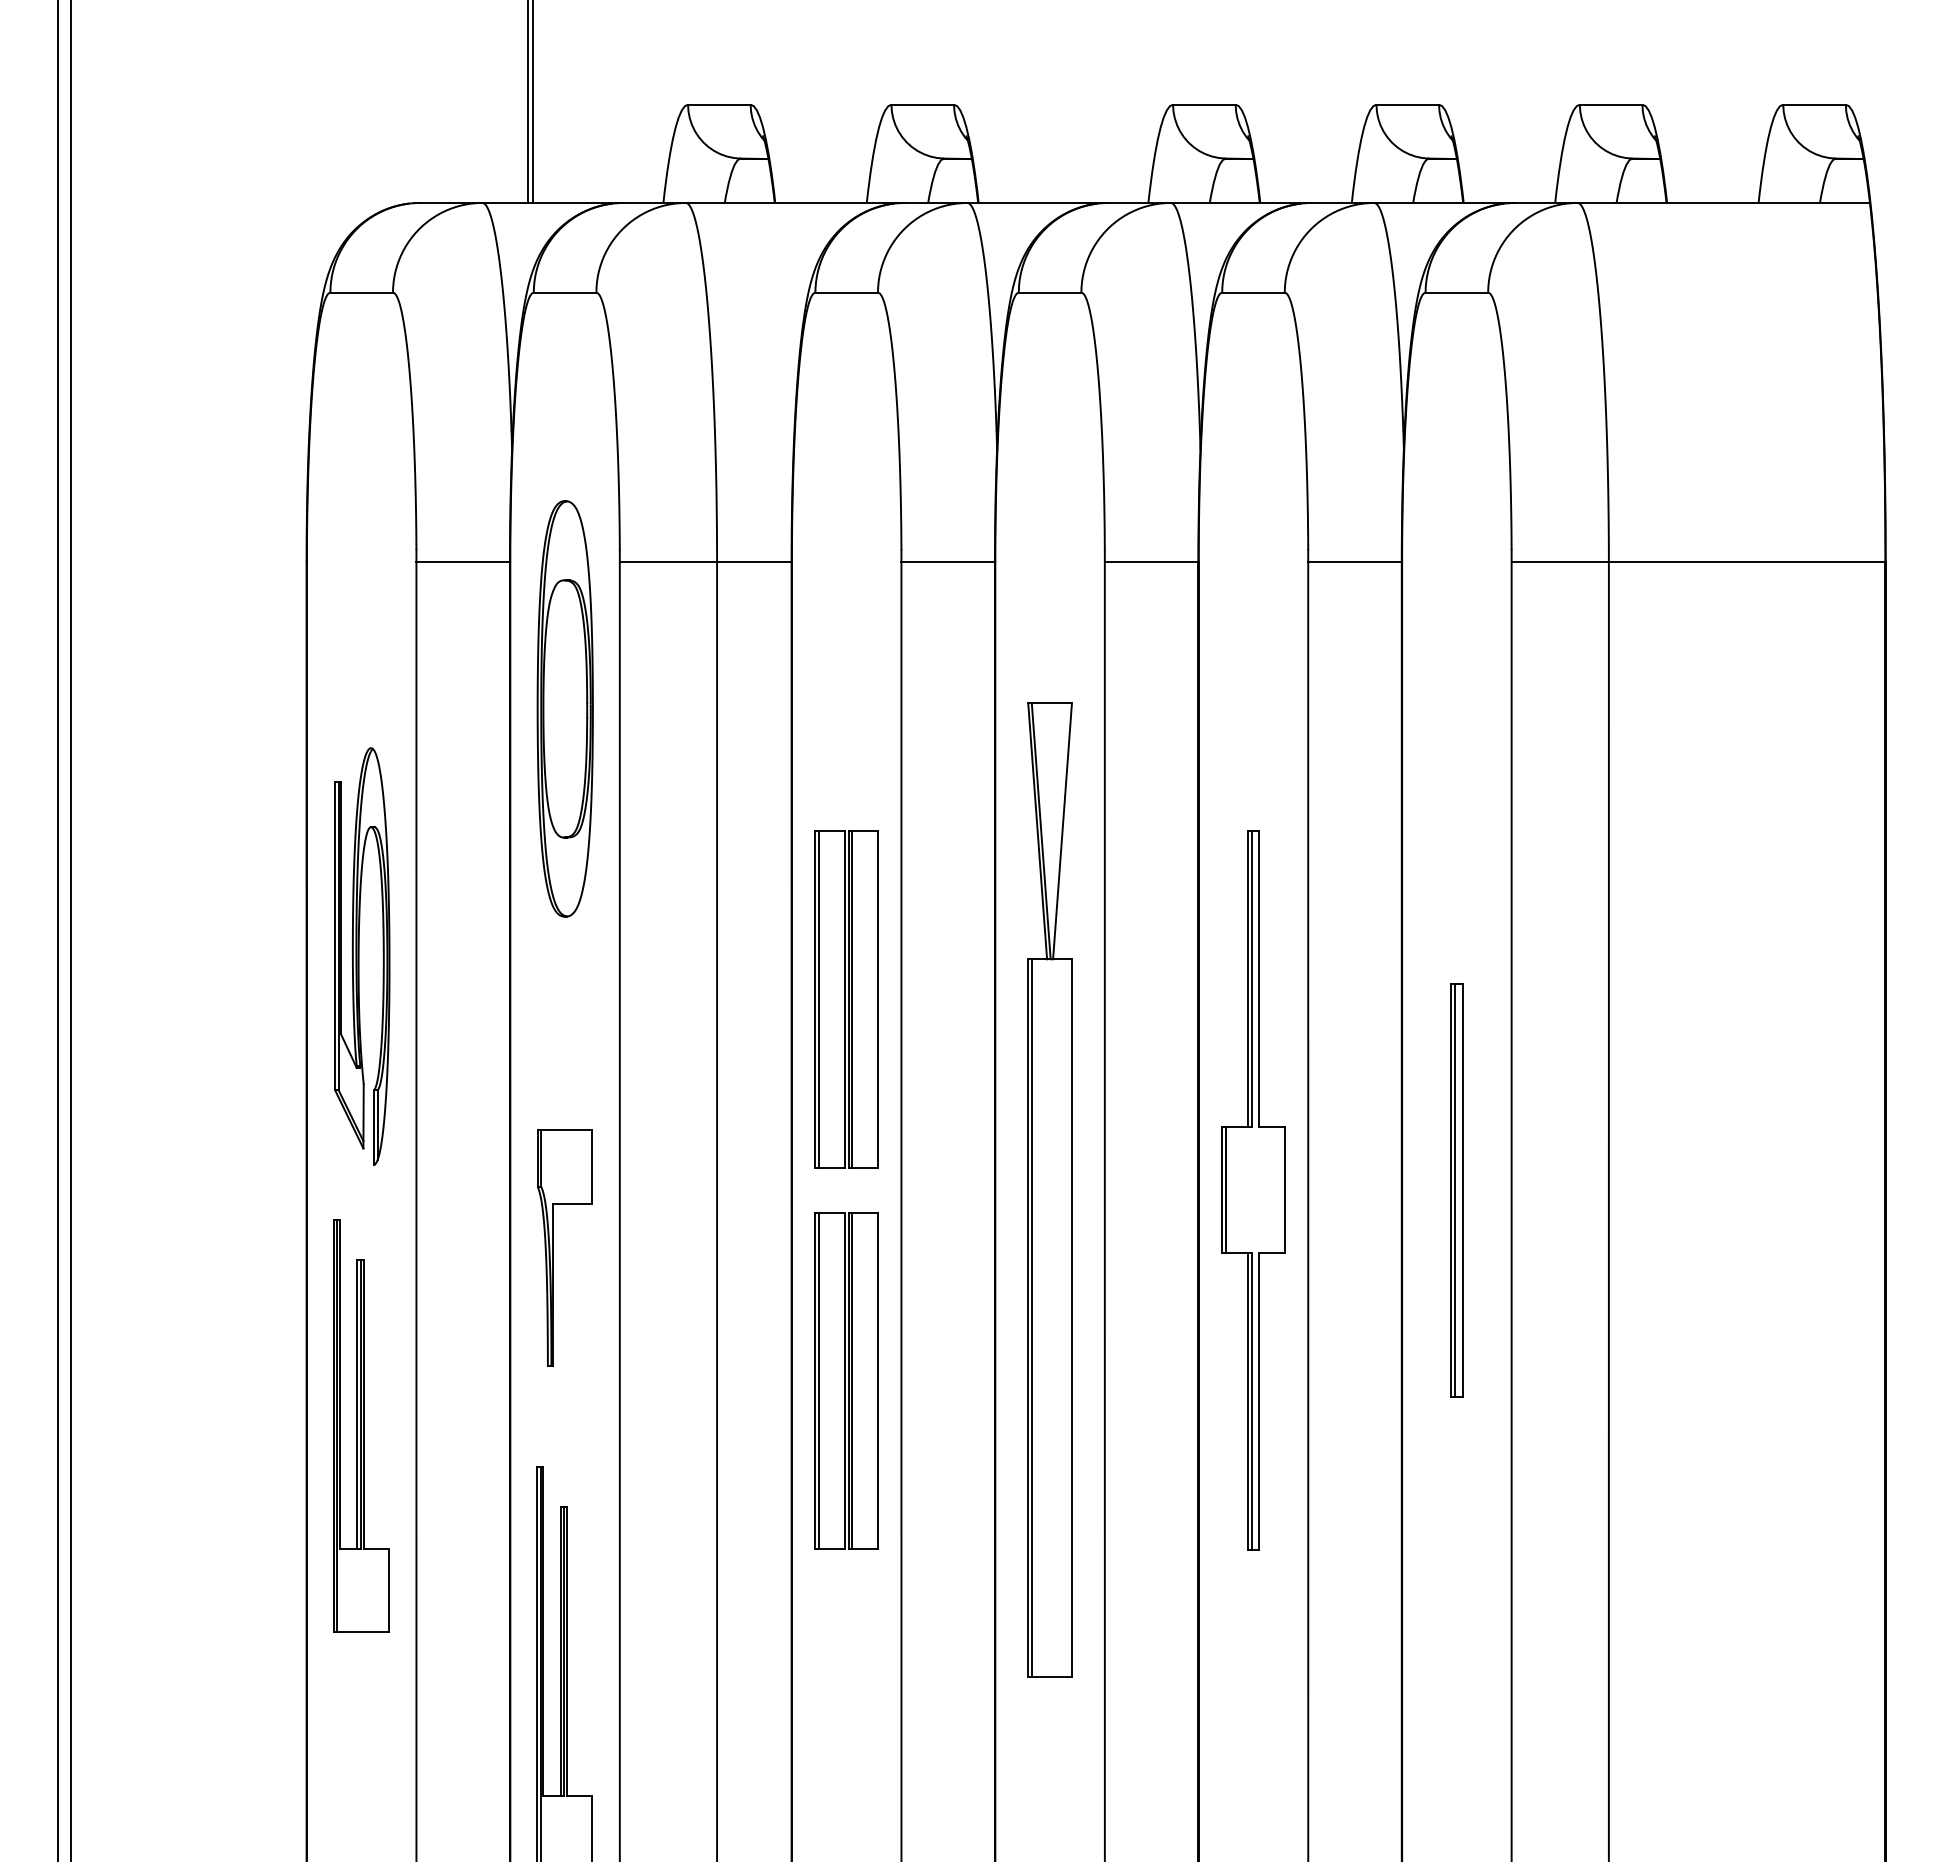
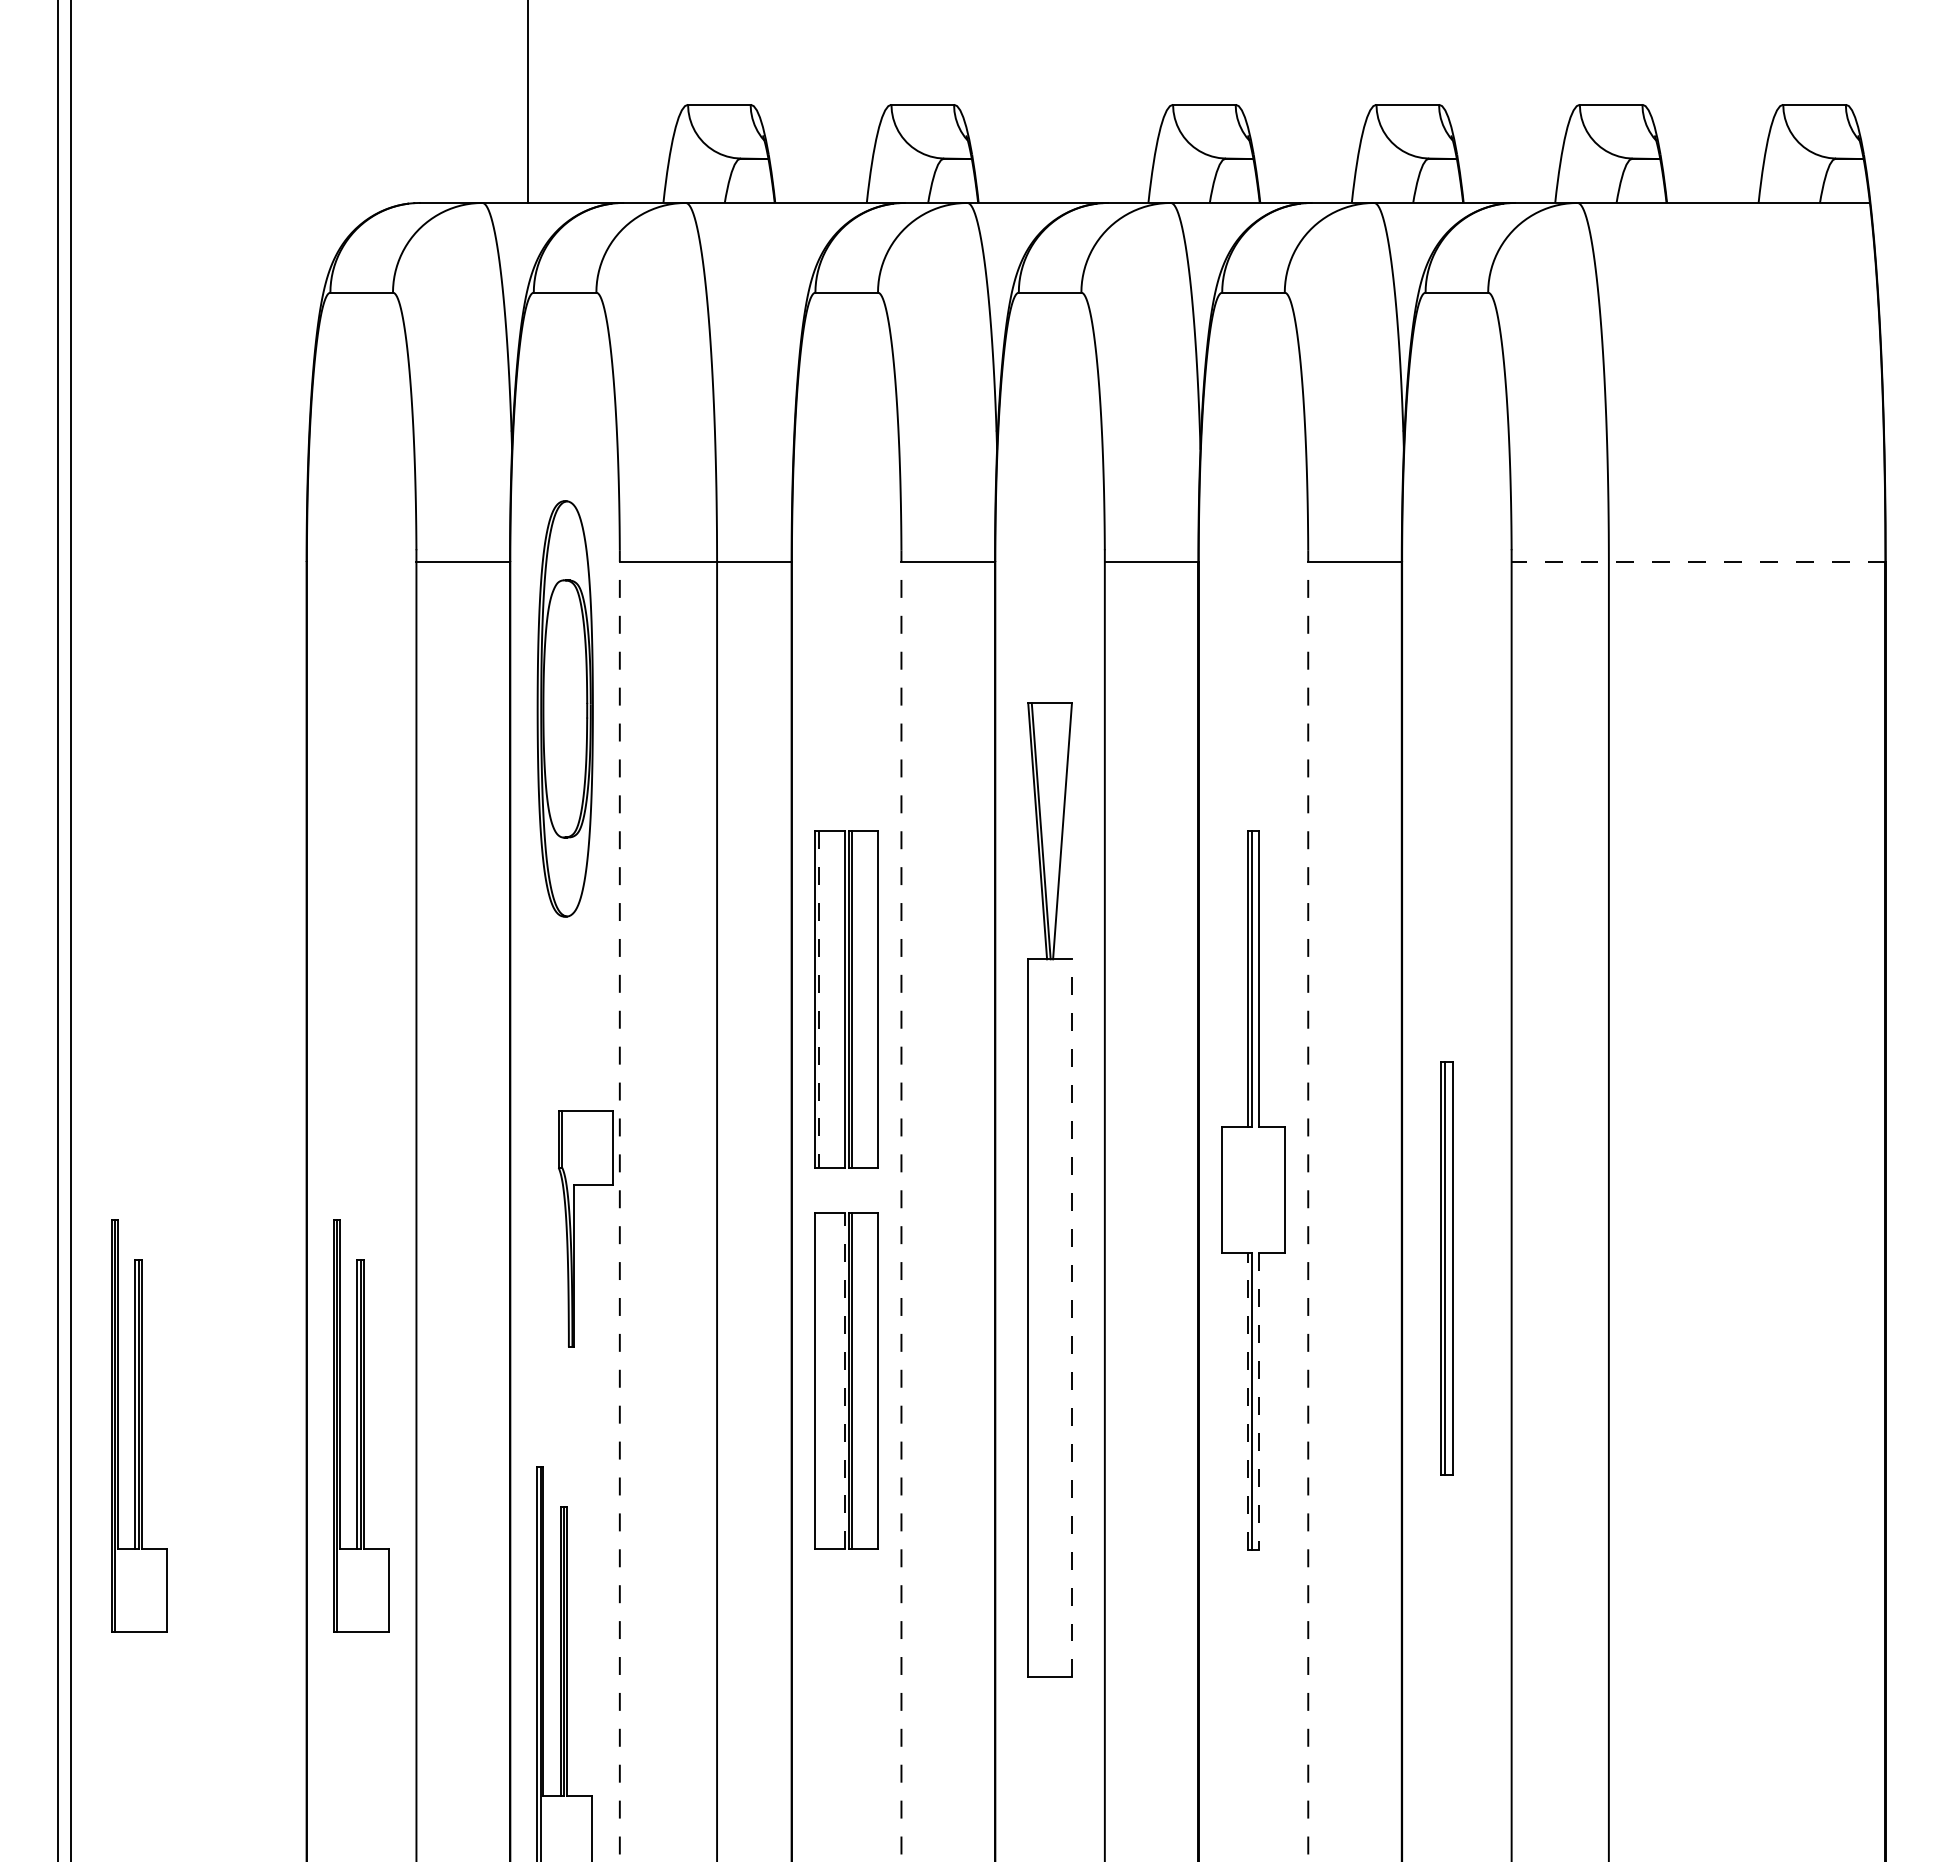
line at (532, 102): present -> none
line at (1698, 561): solid -> dashed
part at (362, 956): present -> none
line at (819, 1000): solid -> dashed
line at (1225, 1190): present -> none
part at (1456, 1190) position: (1456, 1190) -> (1446, 1268)
line at (619, 1205): solid -> dashed
line at (901, 1205): solid -> dashed
line at (1308, 1205): solid -> dashed
part at (553, 1247) position: (553, 1247) -> (574, 1228)
line at (1071, 1317): solid -> dashed
line at (1031, 1318): present -> none
line at (819, 1380): present -> none
line at (844, 1380): solid -> dashed
line at (1247, 1401): solid -> dashed
line at (1258, 1402): solid -> dashed
part at (139, 1425): none -> present
